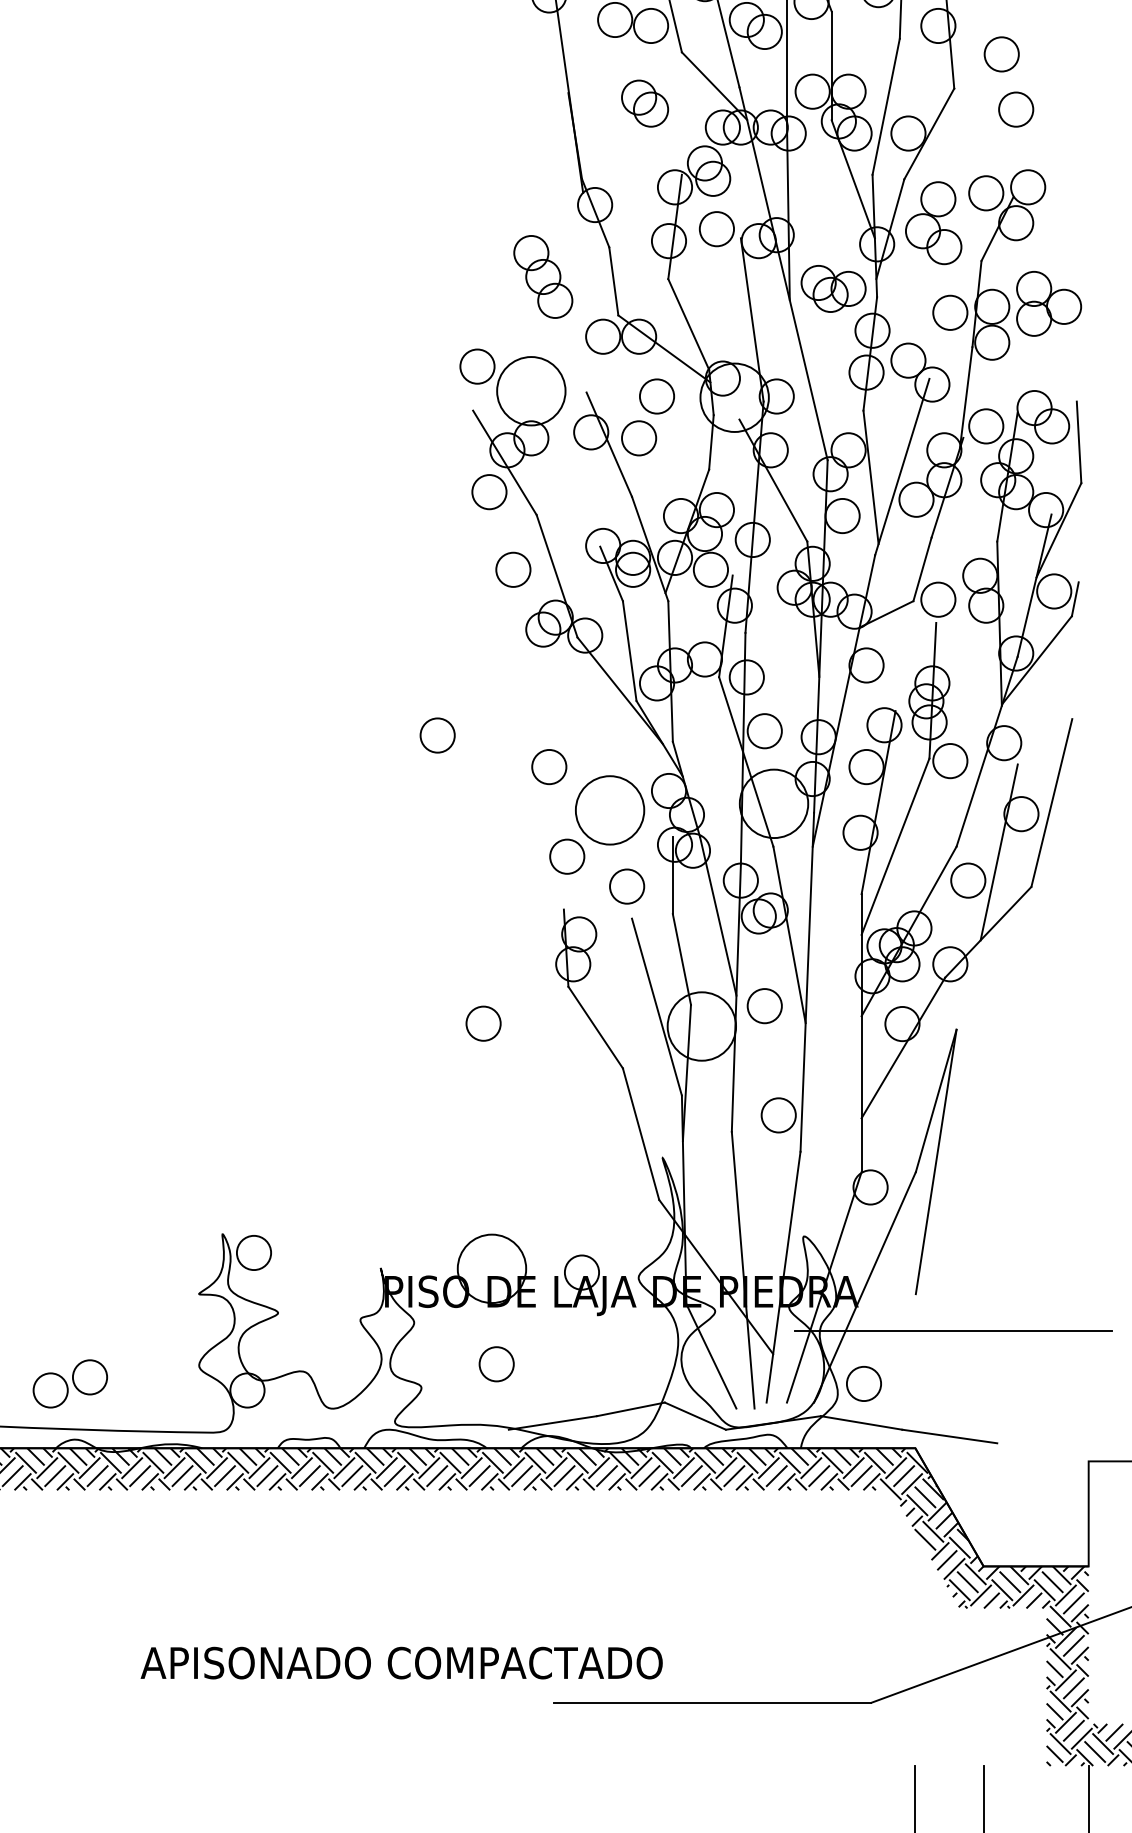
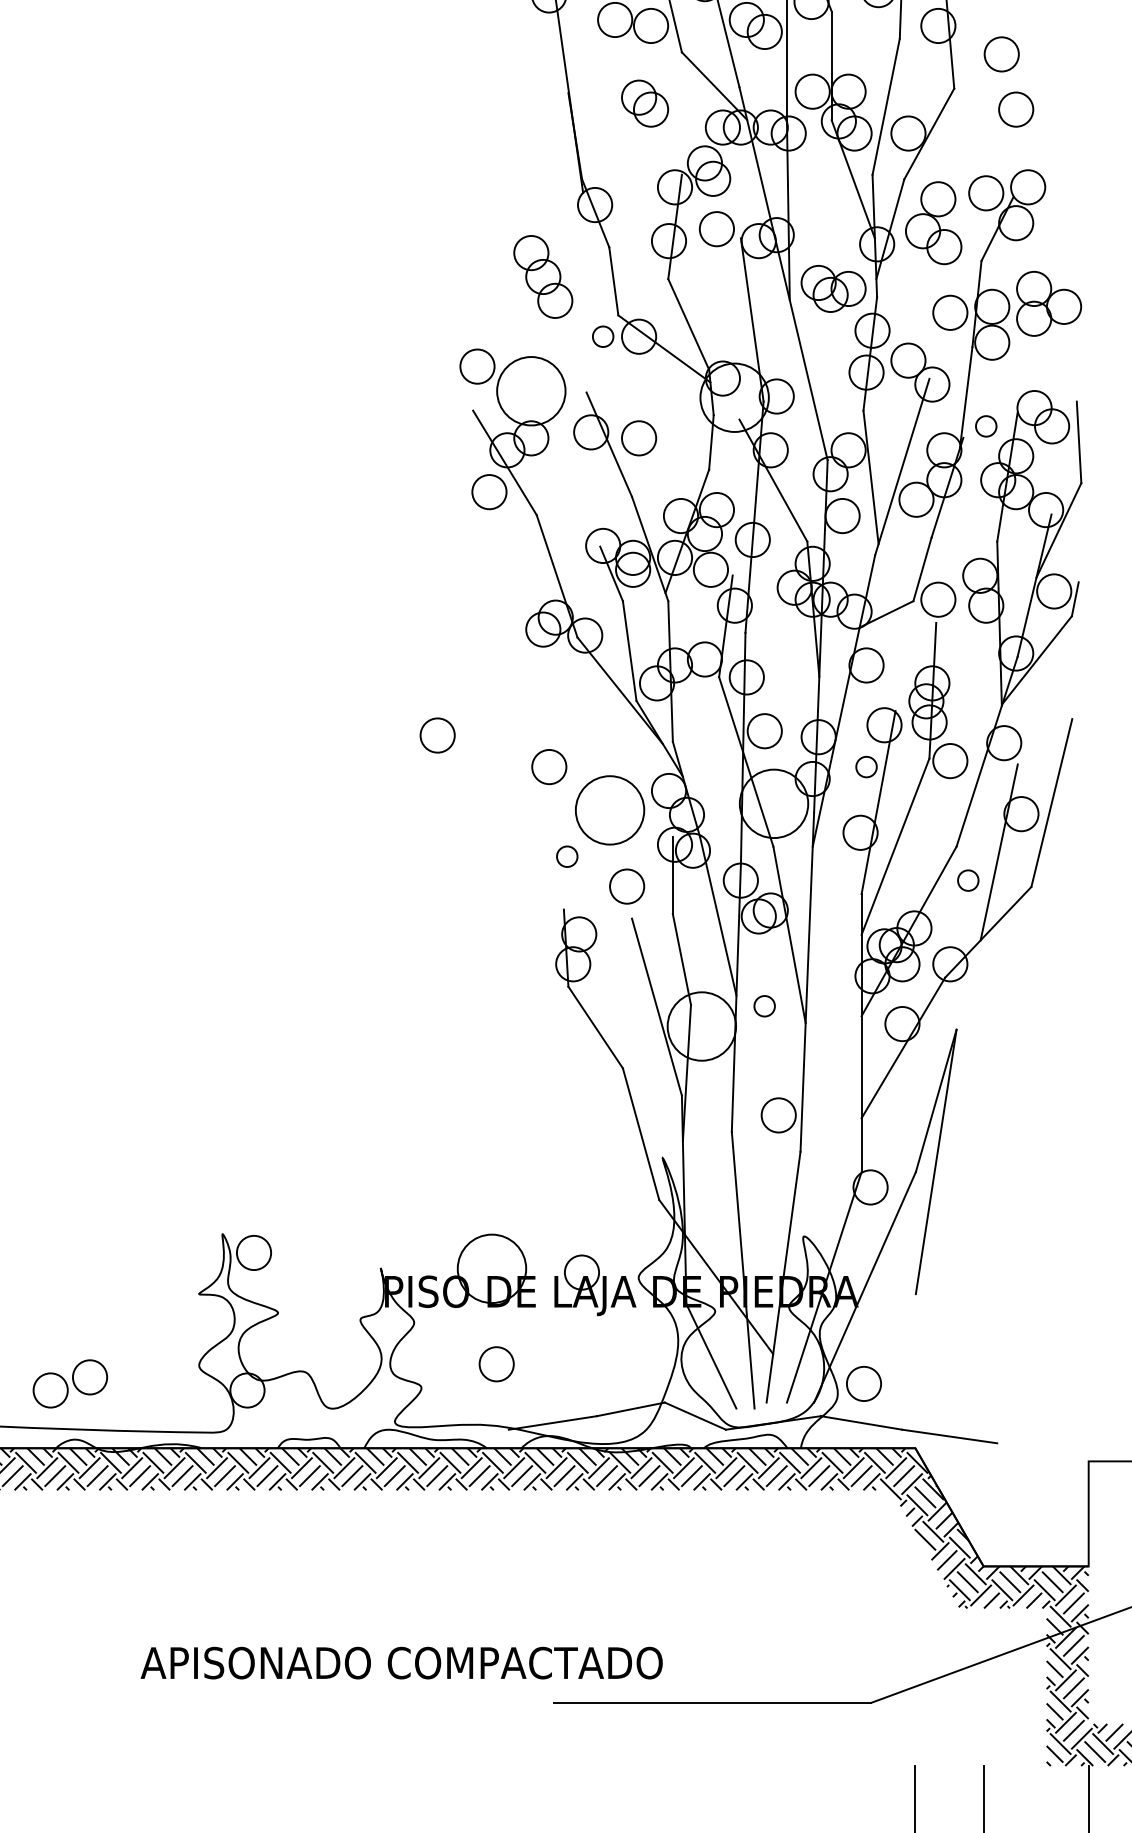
circle at (603, 336) diameter: 34 px -> 21 px
circle at (656, 396): present -> none
circle at (986, 426) diameter: 34 px -> 21 px
circle at (513, 569): present -> none
circle at (866, 766) diameter: 34 px -> 21 px
circle at (567, 856) diameter: 34 px -> 21 px
circle at (968, 880) diameter: 34 px -> 21 px
circle at (764, 1006) size: 37x37 px -> 23x23 px
circle at (483, 1023): present -> none
line at (953, 1331): present -> none
